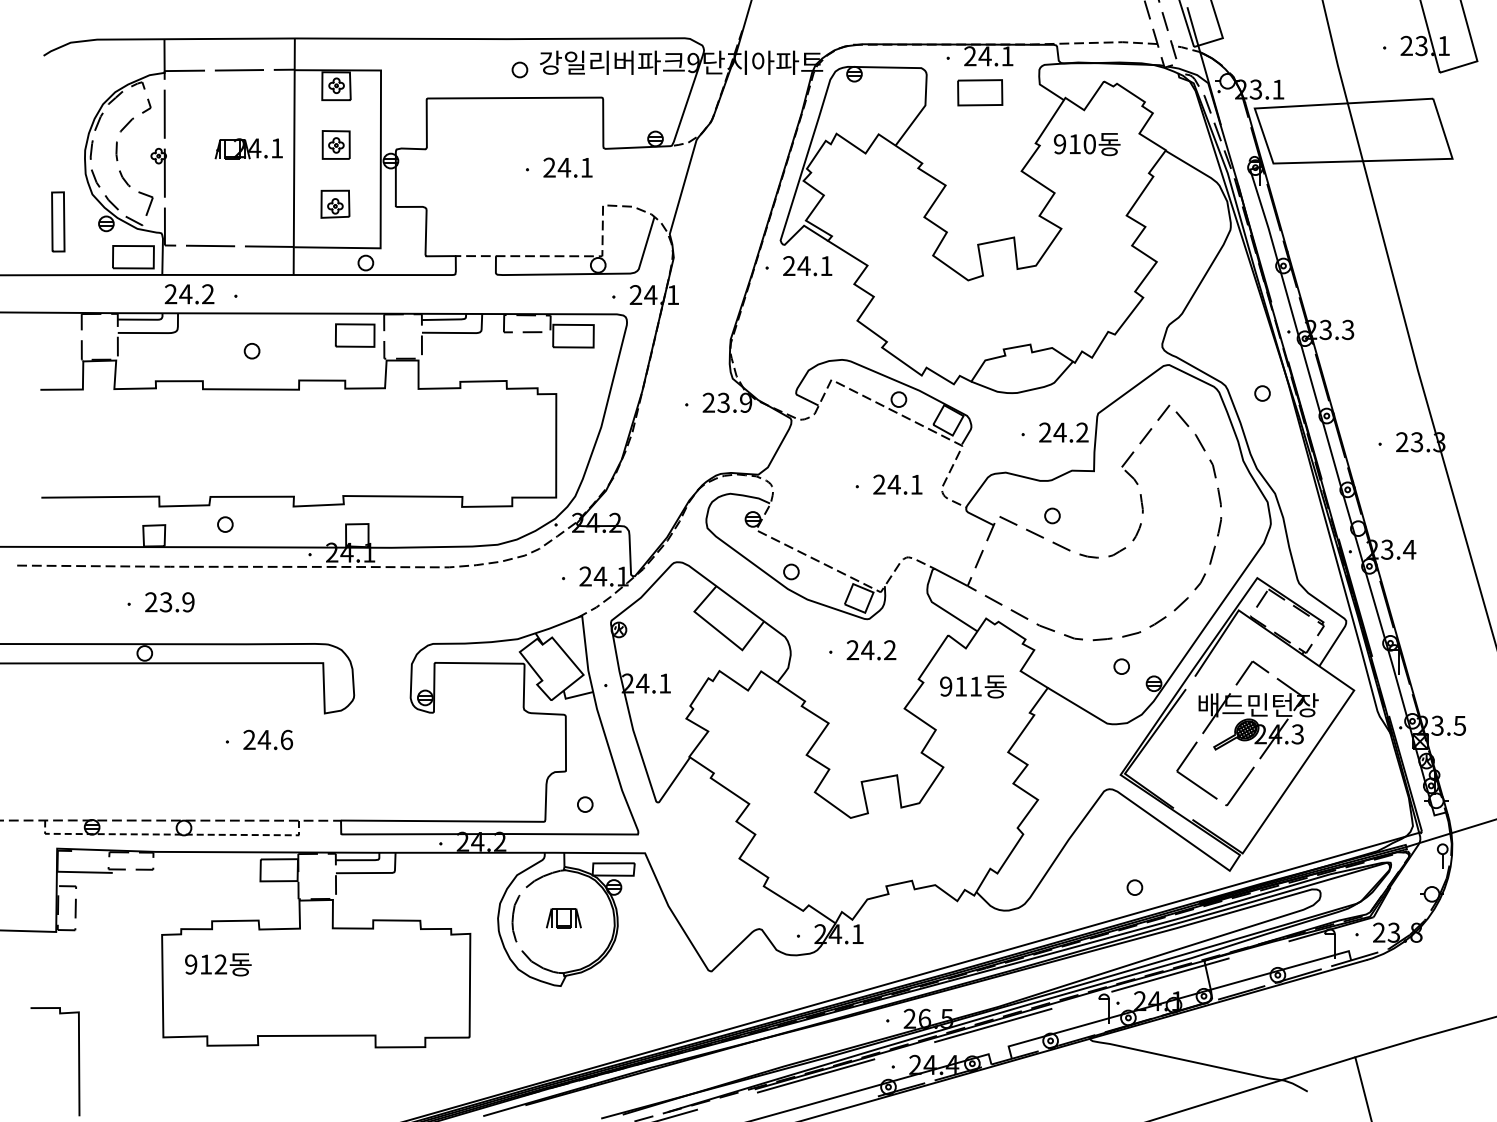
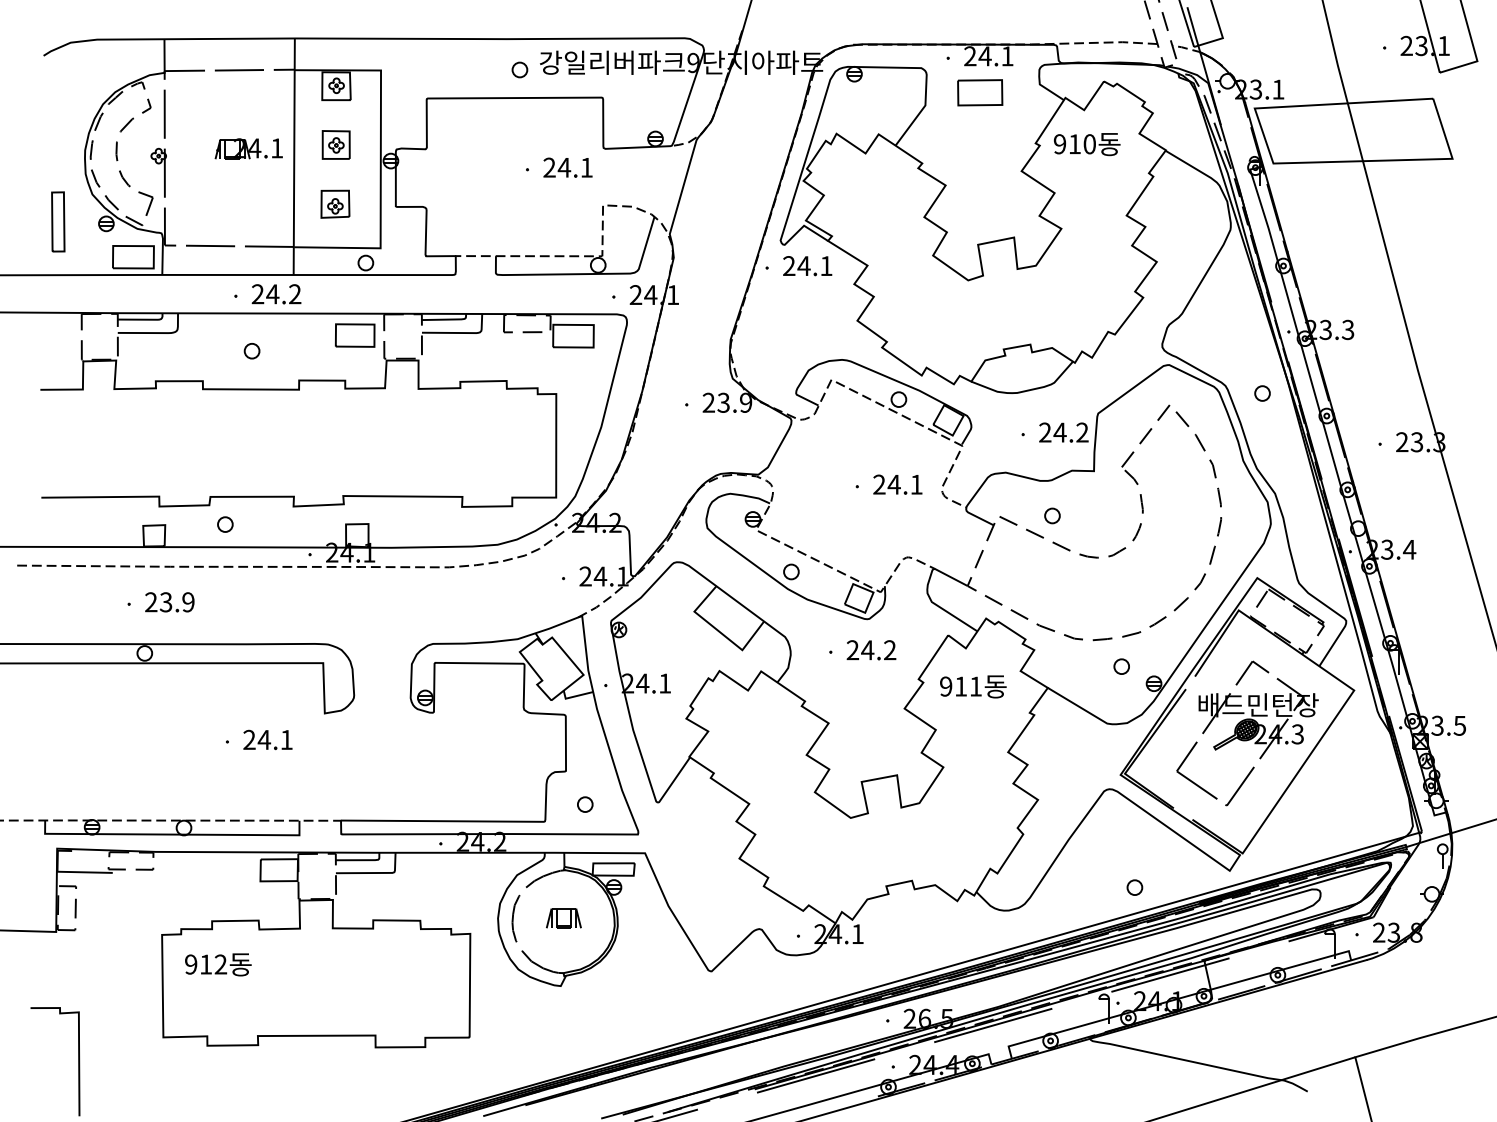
text at (189, 294) position: (189, 294) -> (276, 294)
text at (287, 739): 24.6 -> 24.1
line at (172, 834): dashed -> solid
